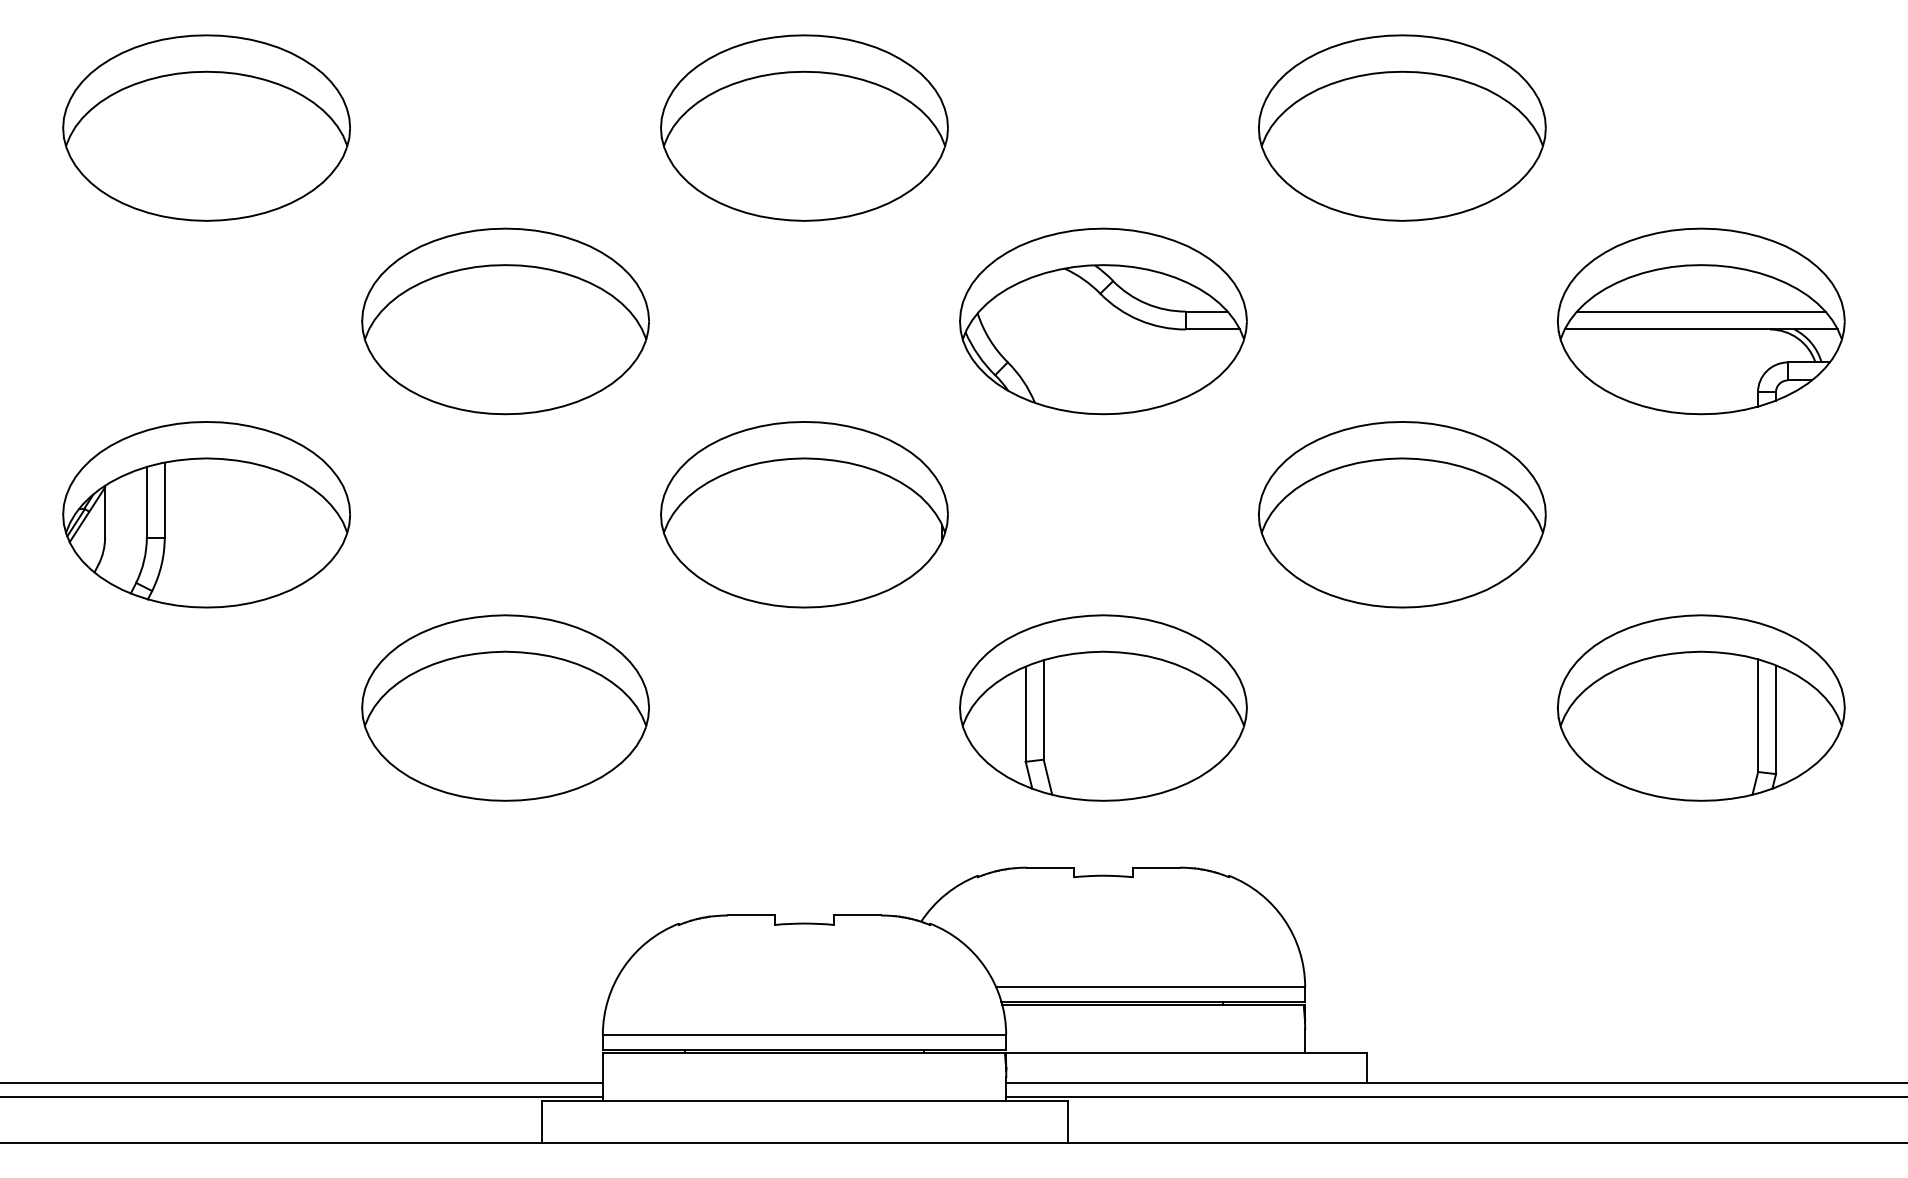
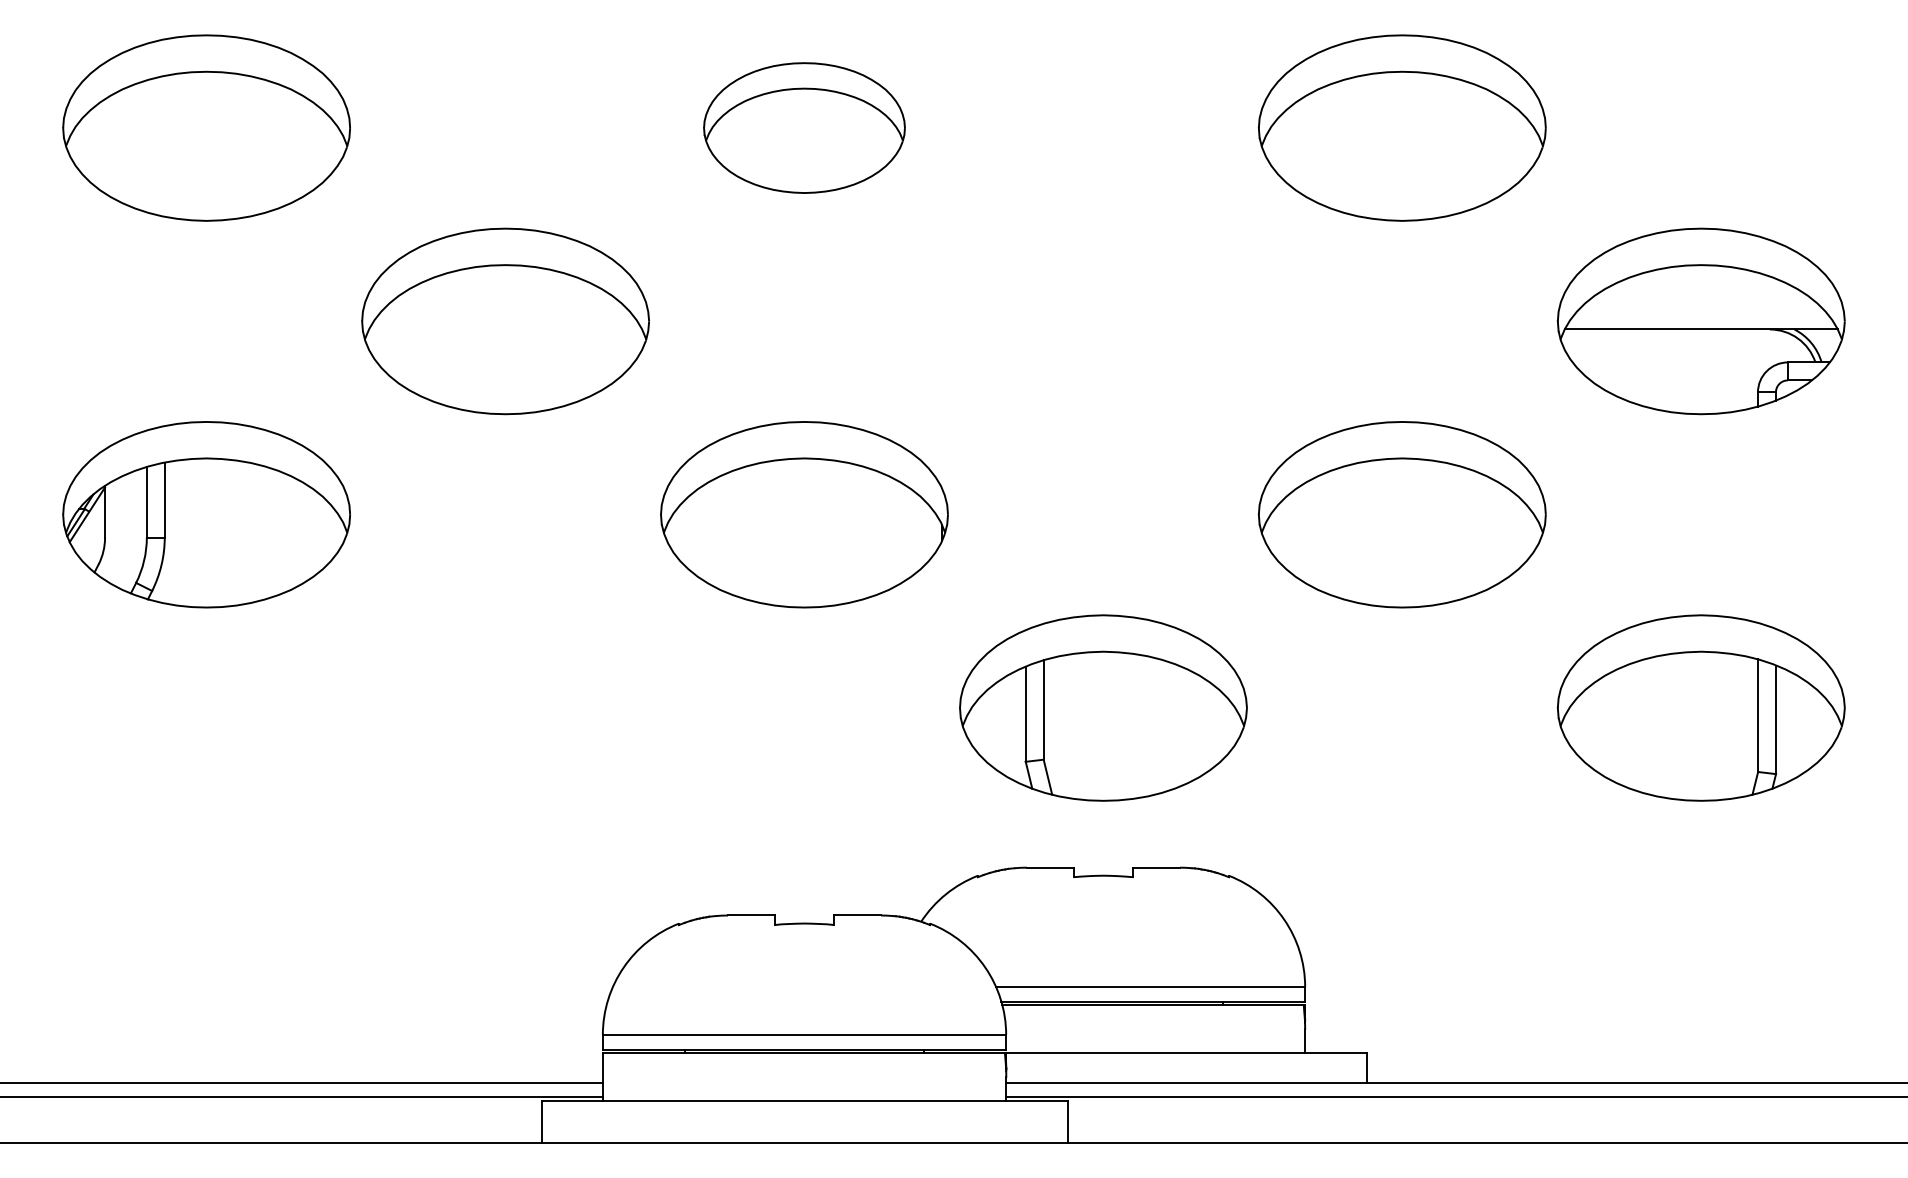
part at (804, 127) size: 289x188 px -> 203x132 px
line at (1700, 311): present -> none
part at (1103, 321): present -> none
part at (505, 707): present -> none
